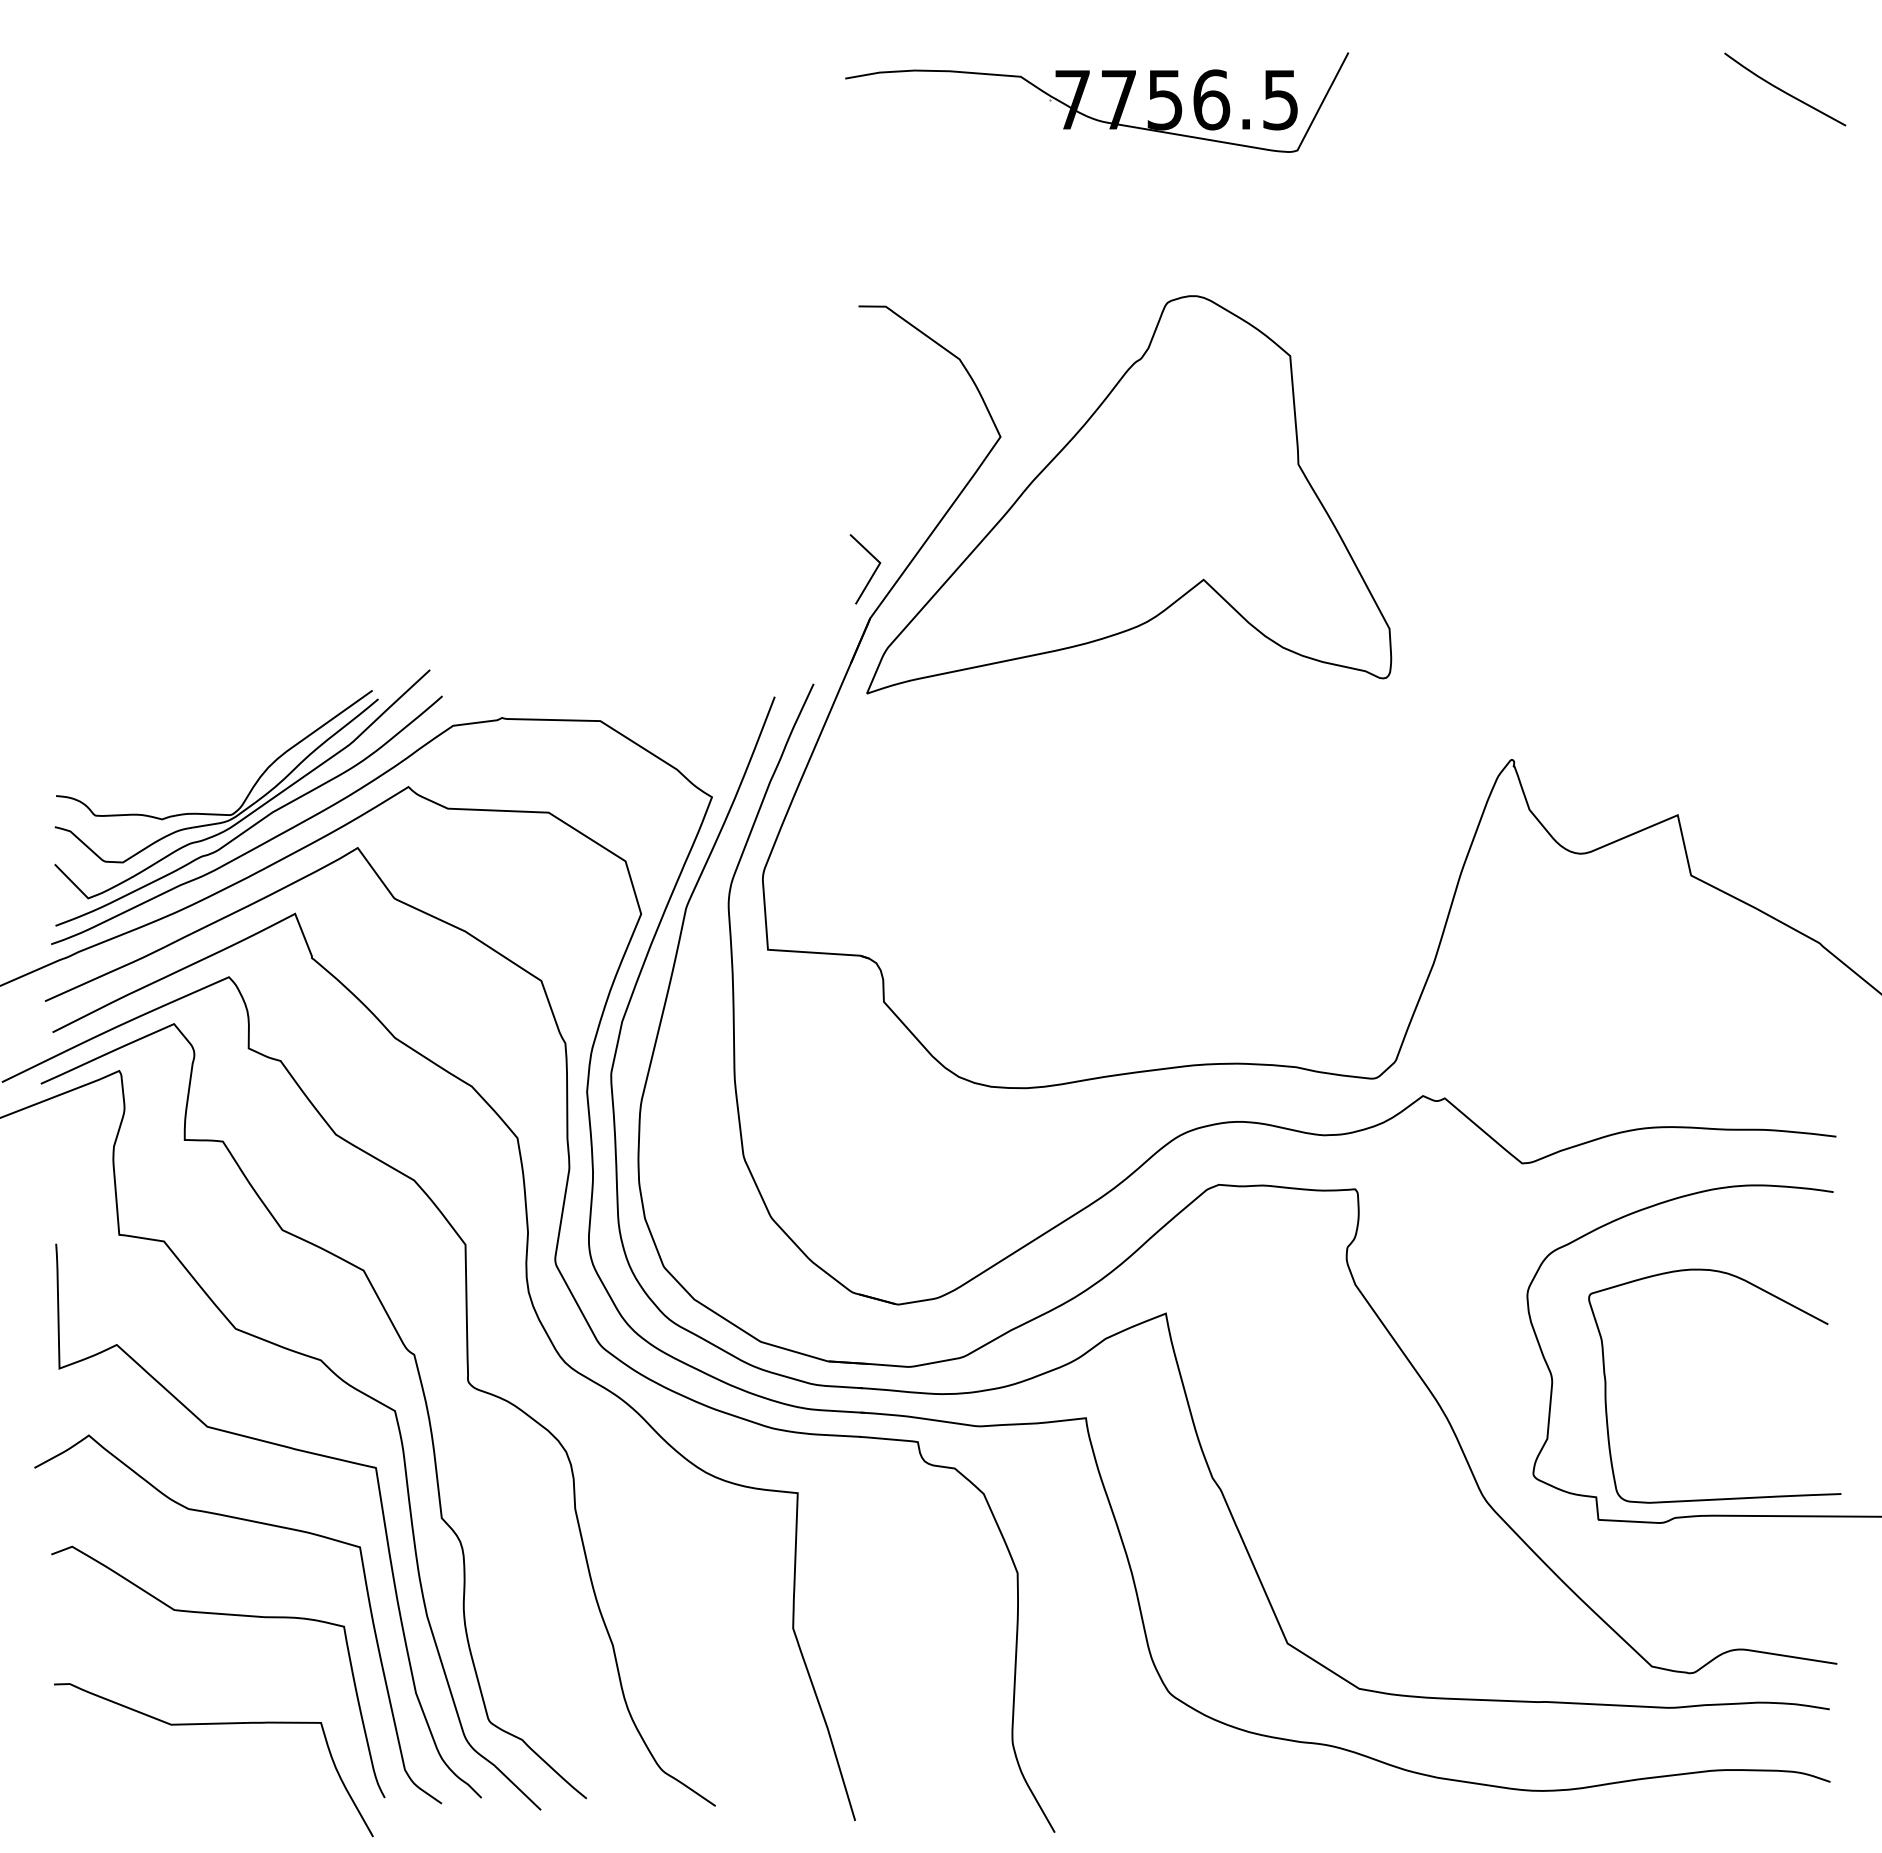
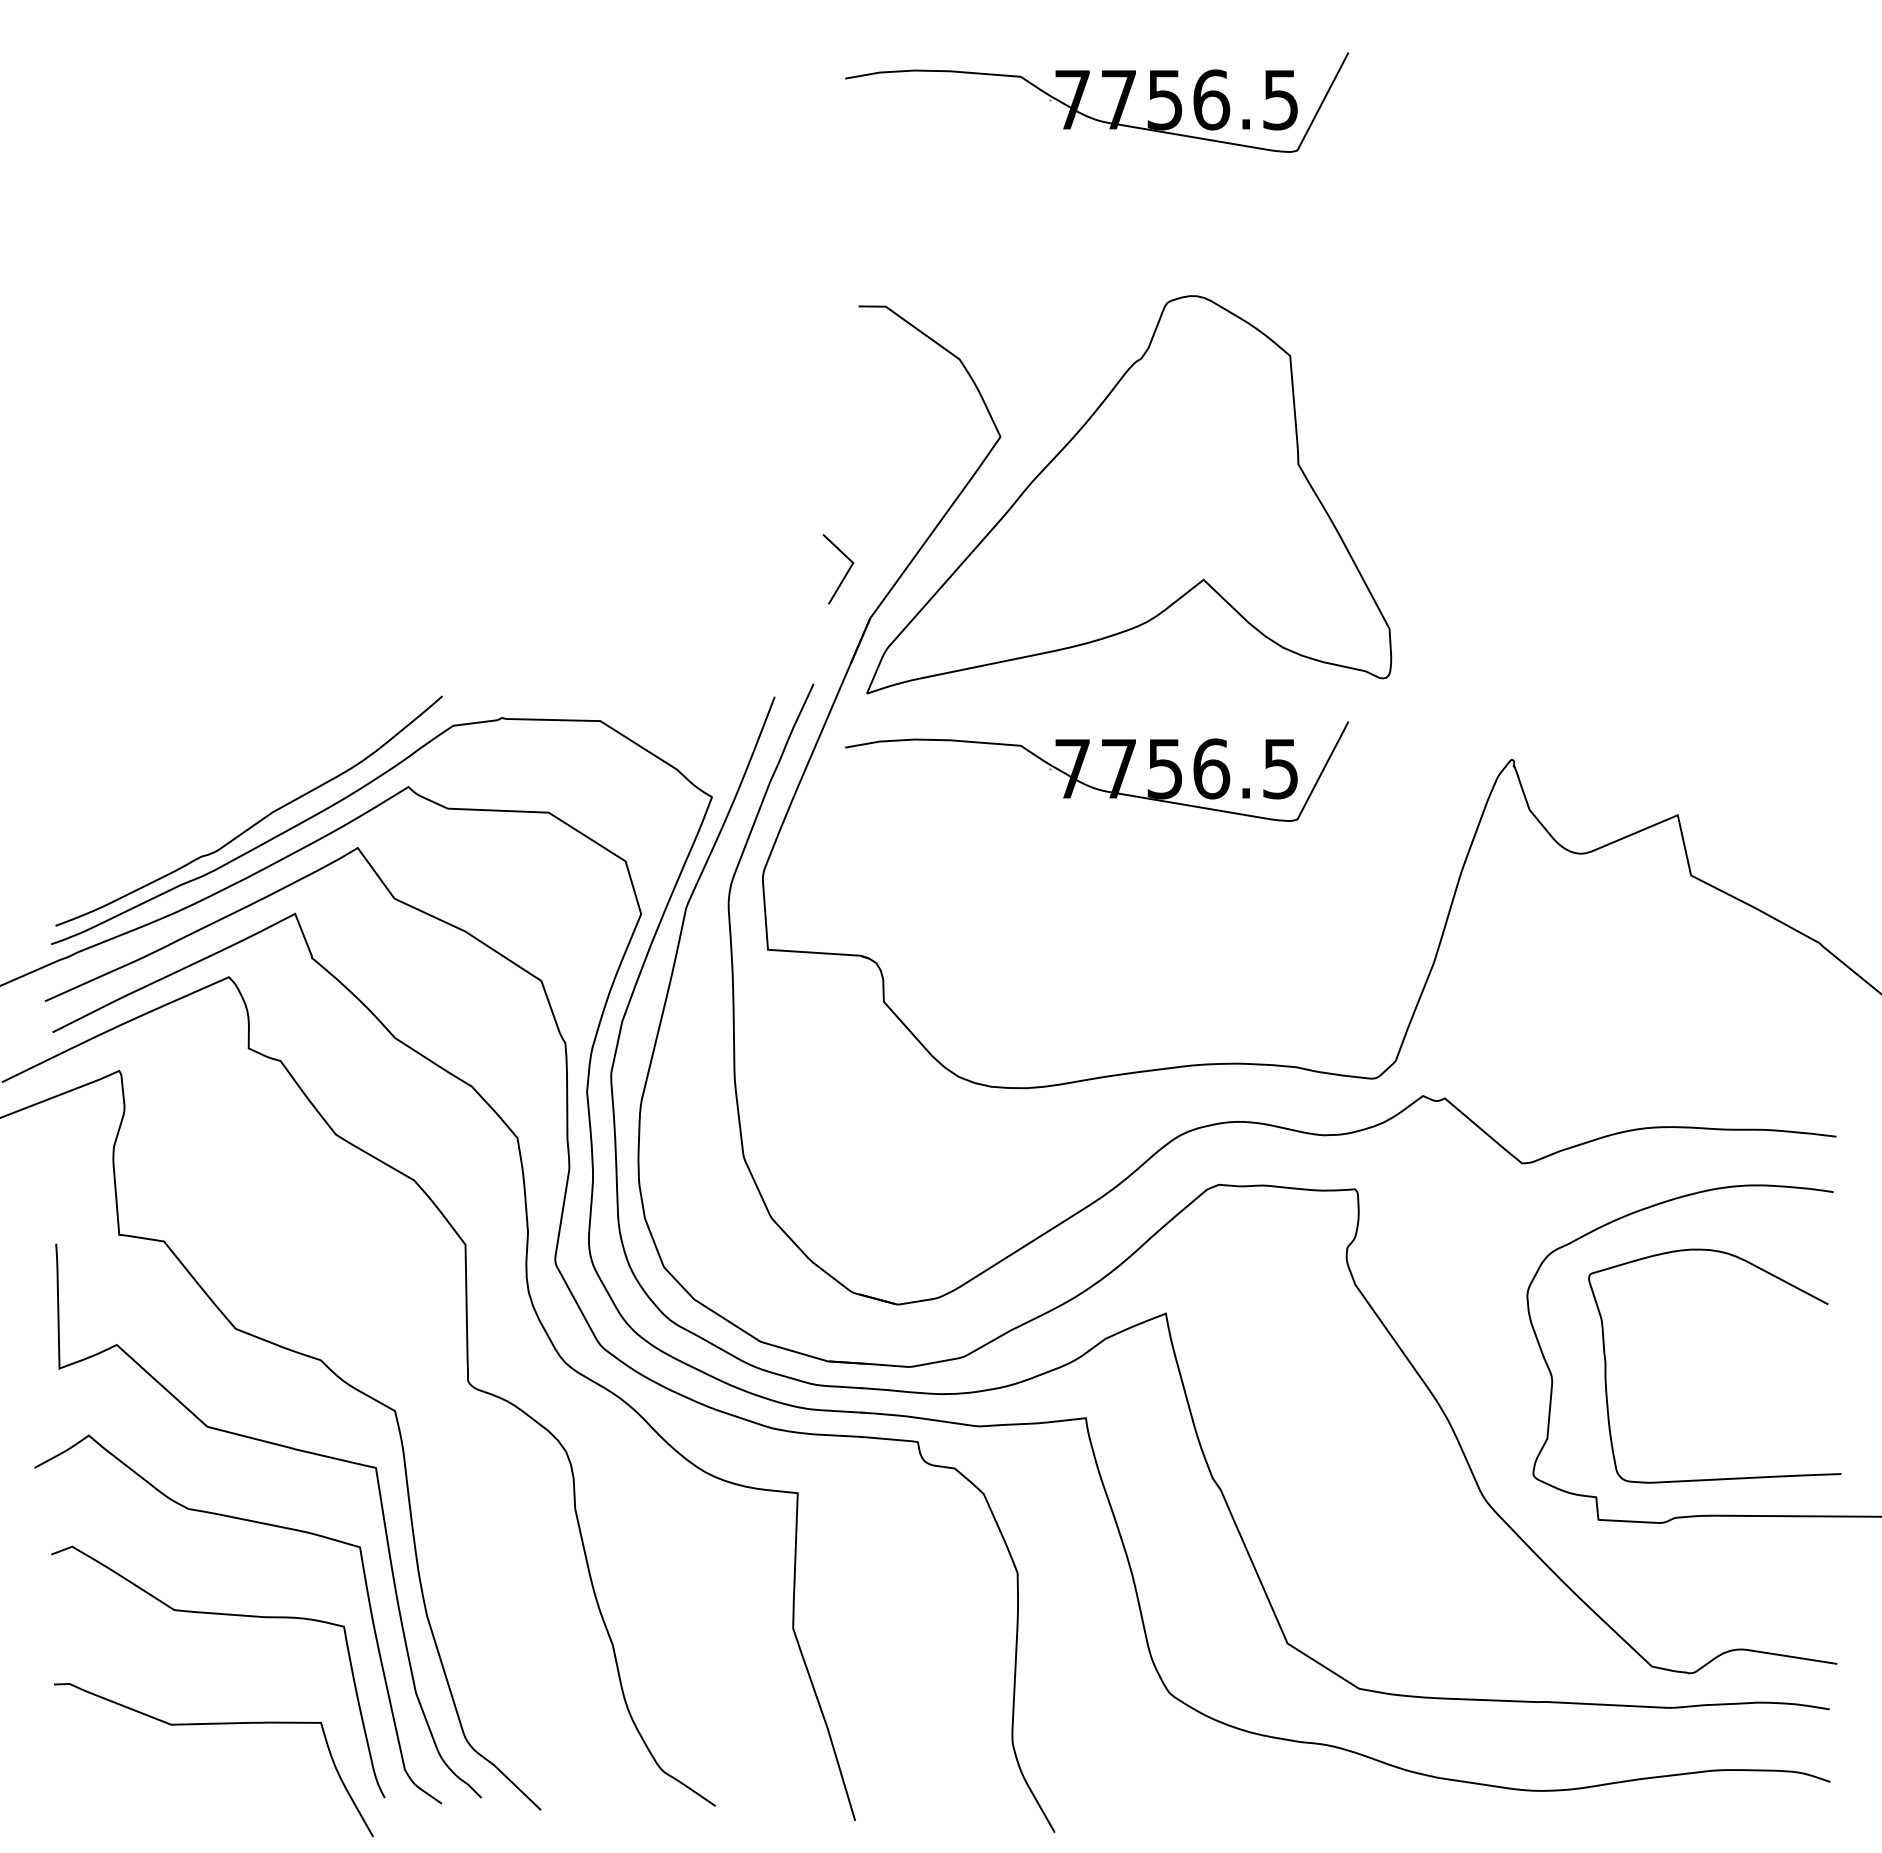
curve at (1785, 91): present -> none
line at (872, 573) position: (872, 573) -> (845, 573)
part at (1090, 785): none -> present
part at (250, 789): present -> none
curve at (1761, 1290) position: (1761, 1290) -> (1761, 1270)
curve at (420, 1384): present -> none
